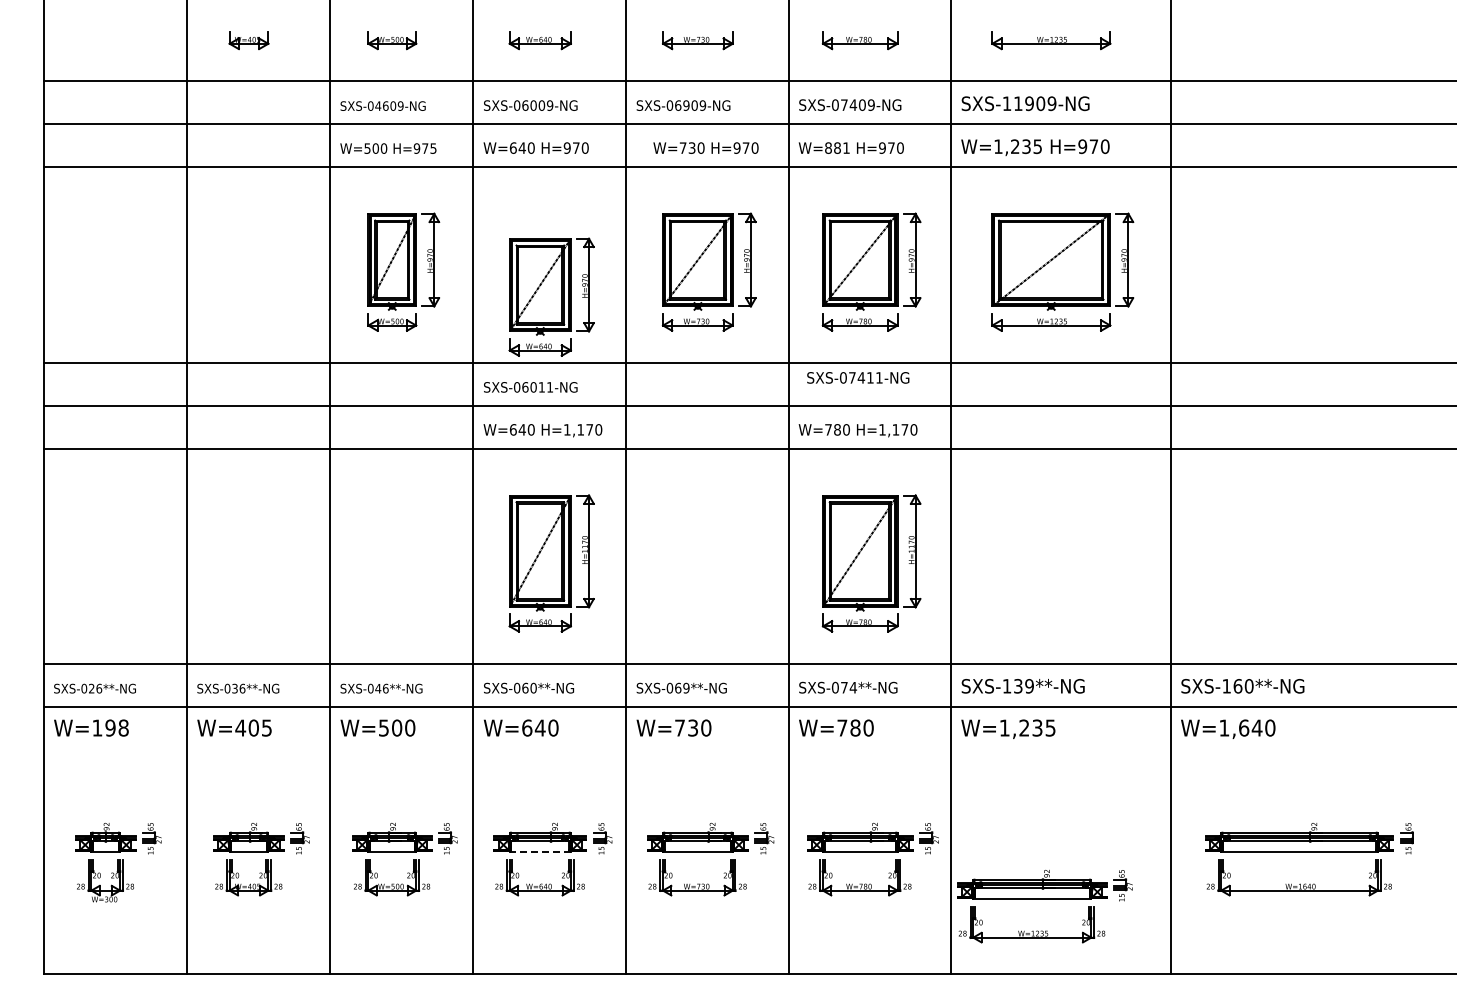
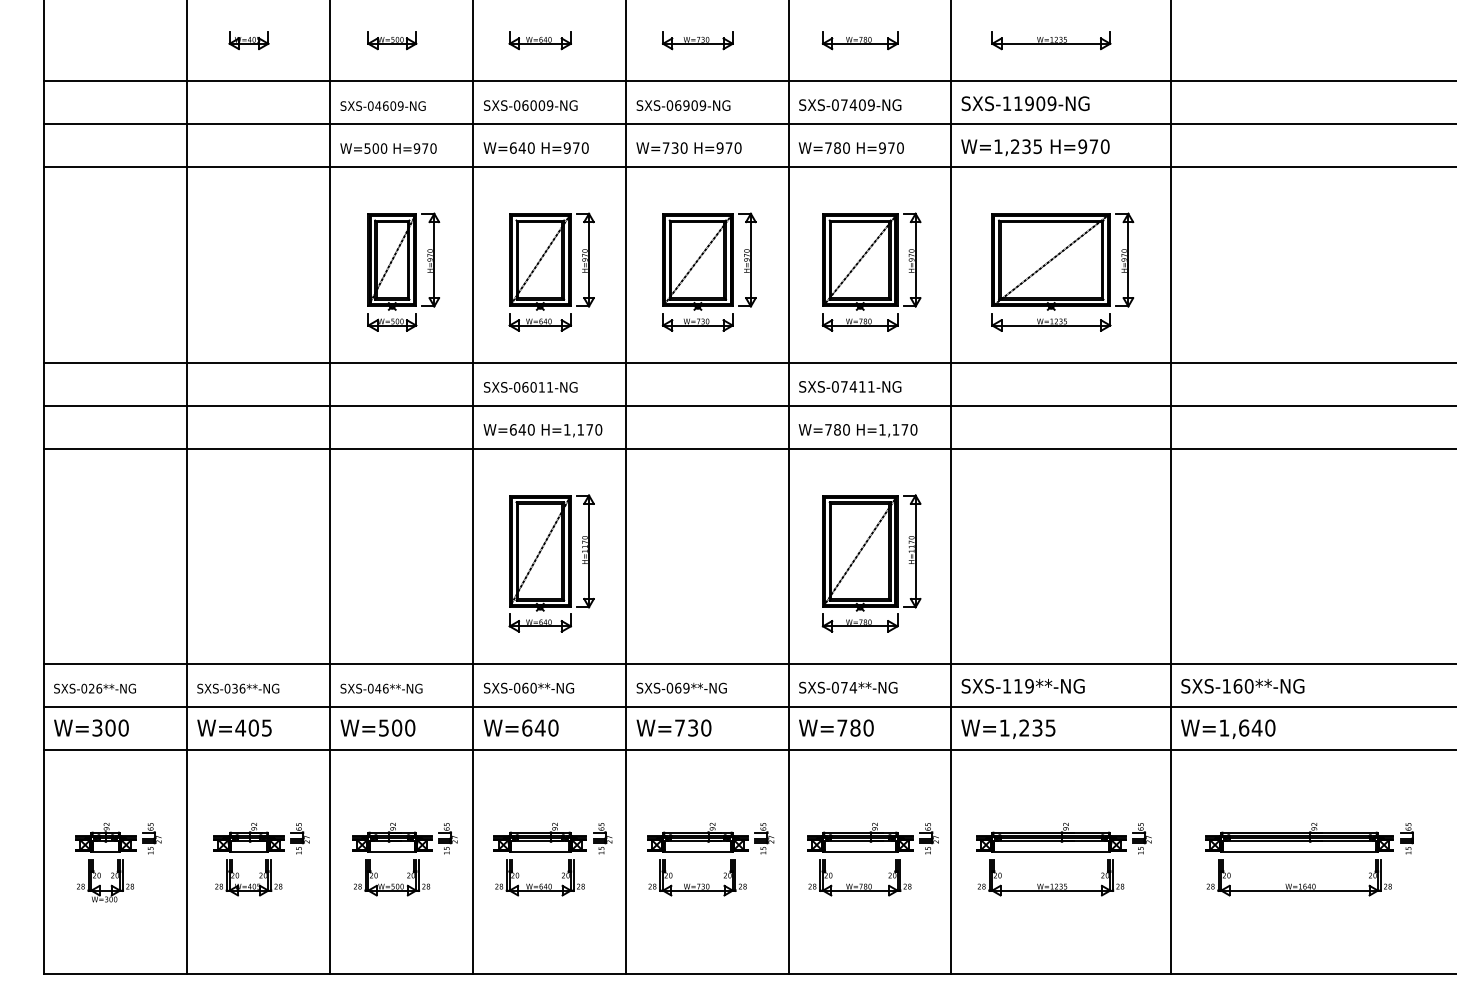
text at (705, 147) position: (705, 147) -> (688, 147)
text at (837, 147): W=881 -> W=780
text at (433, 148): H=975 -> H=970
part at (551, 296) position: (551, 296) -> (551, 271)
text at (858, 377) position: (858, 377) -> (850, 386)
text at (1018, 686): SXS-139**-NG -> SXS-119**-NG
text at (110, 727): W=198 -> W=300
line at (748, 749): none -> present
line at (540, 852): dashed -> solid
part at (1044, 899) position: (1044, 899) -> (1063, 852)
